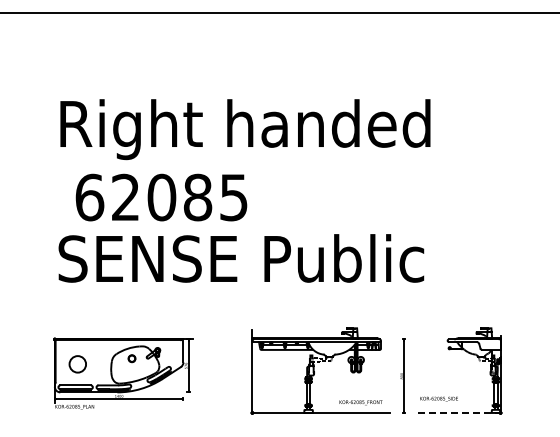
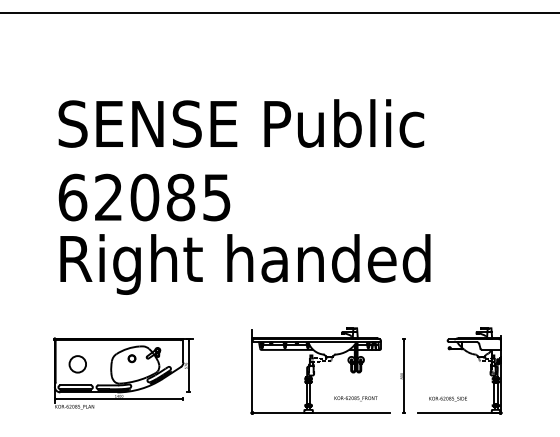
text at (244, 129): Right handed -> SENSE Public
text at (161, 197) position: (161, 197) -> (144, 197)
text at (244, 264): SENSE Public -> Right handed
text at (438, 398) position: (438, 398) -> (447, 398)
text at (360, 402) position: (360, 402) -> (355, 398)
line at (459, 412): dashed -> solid
